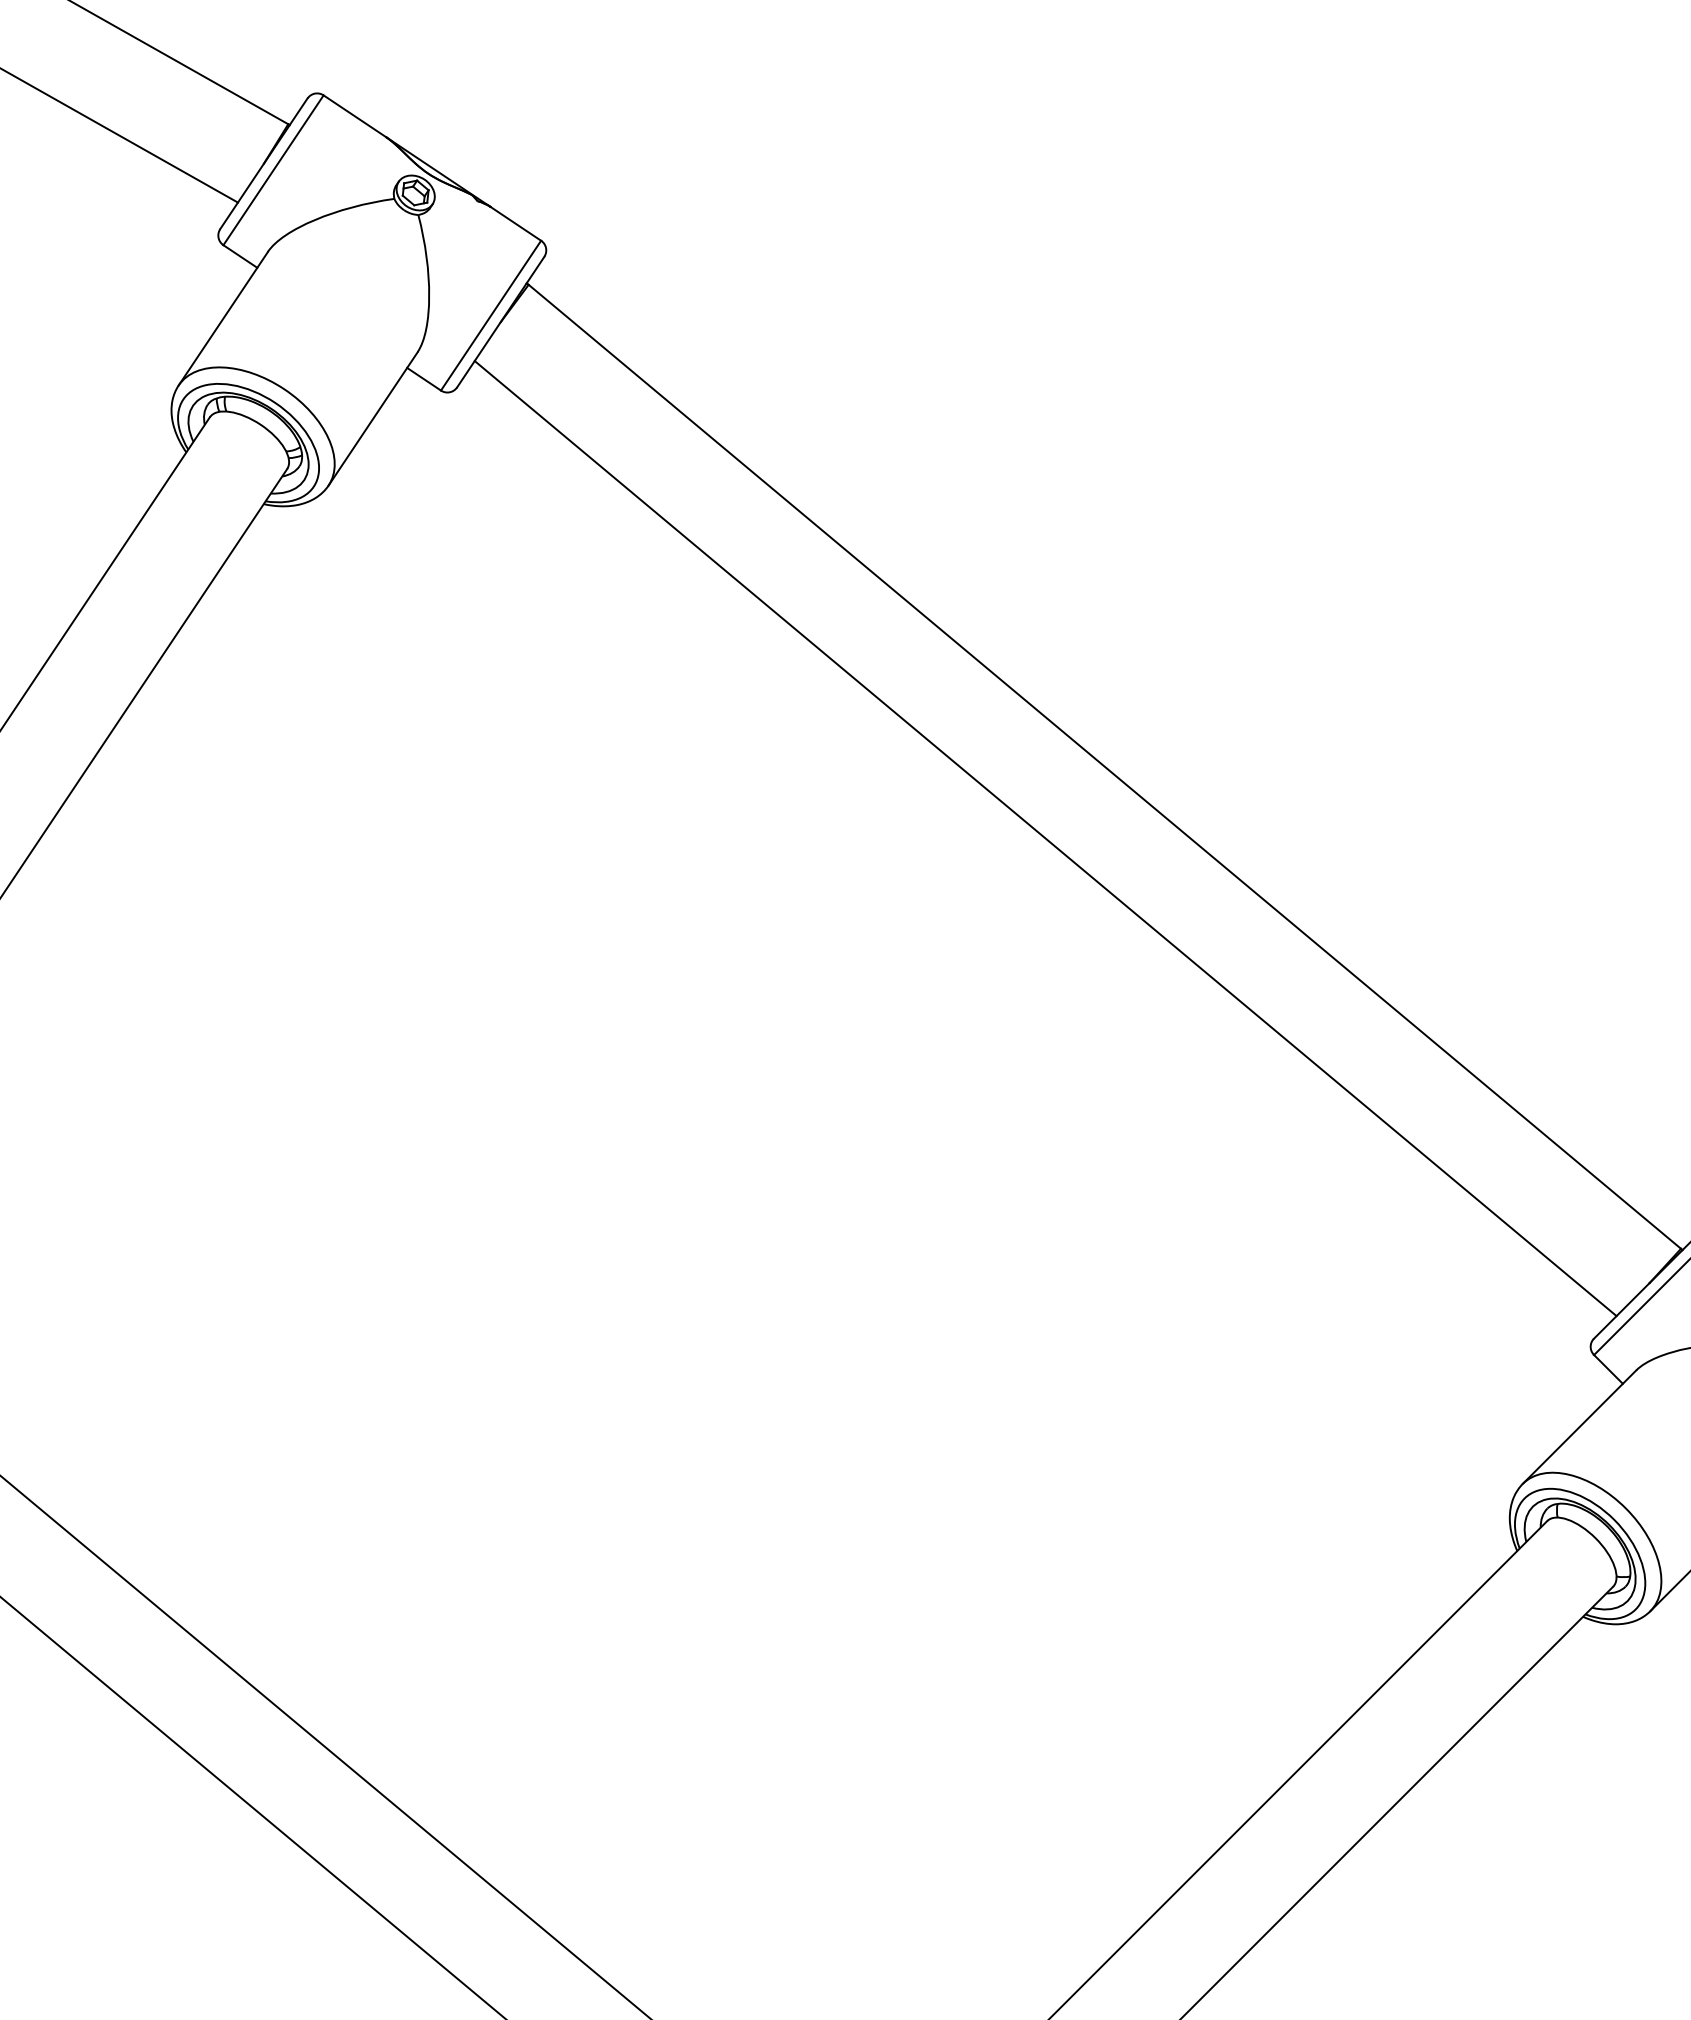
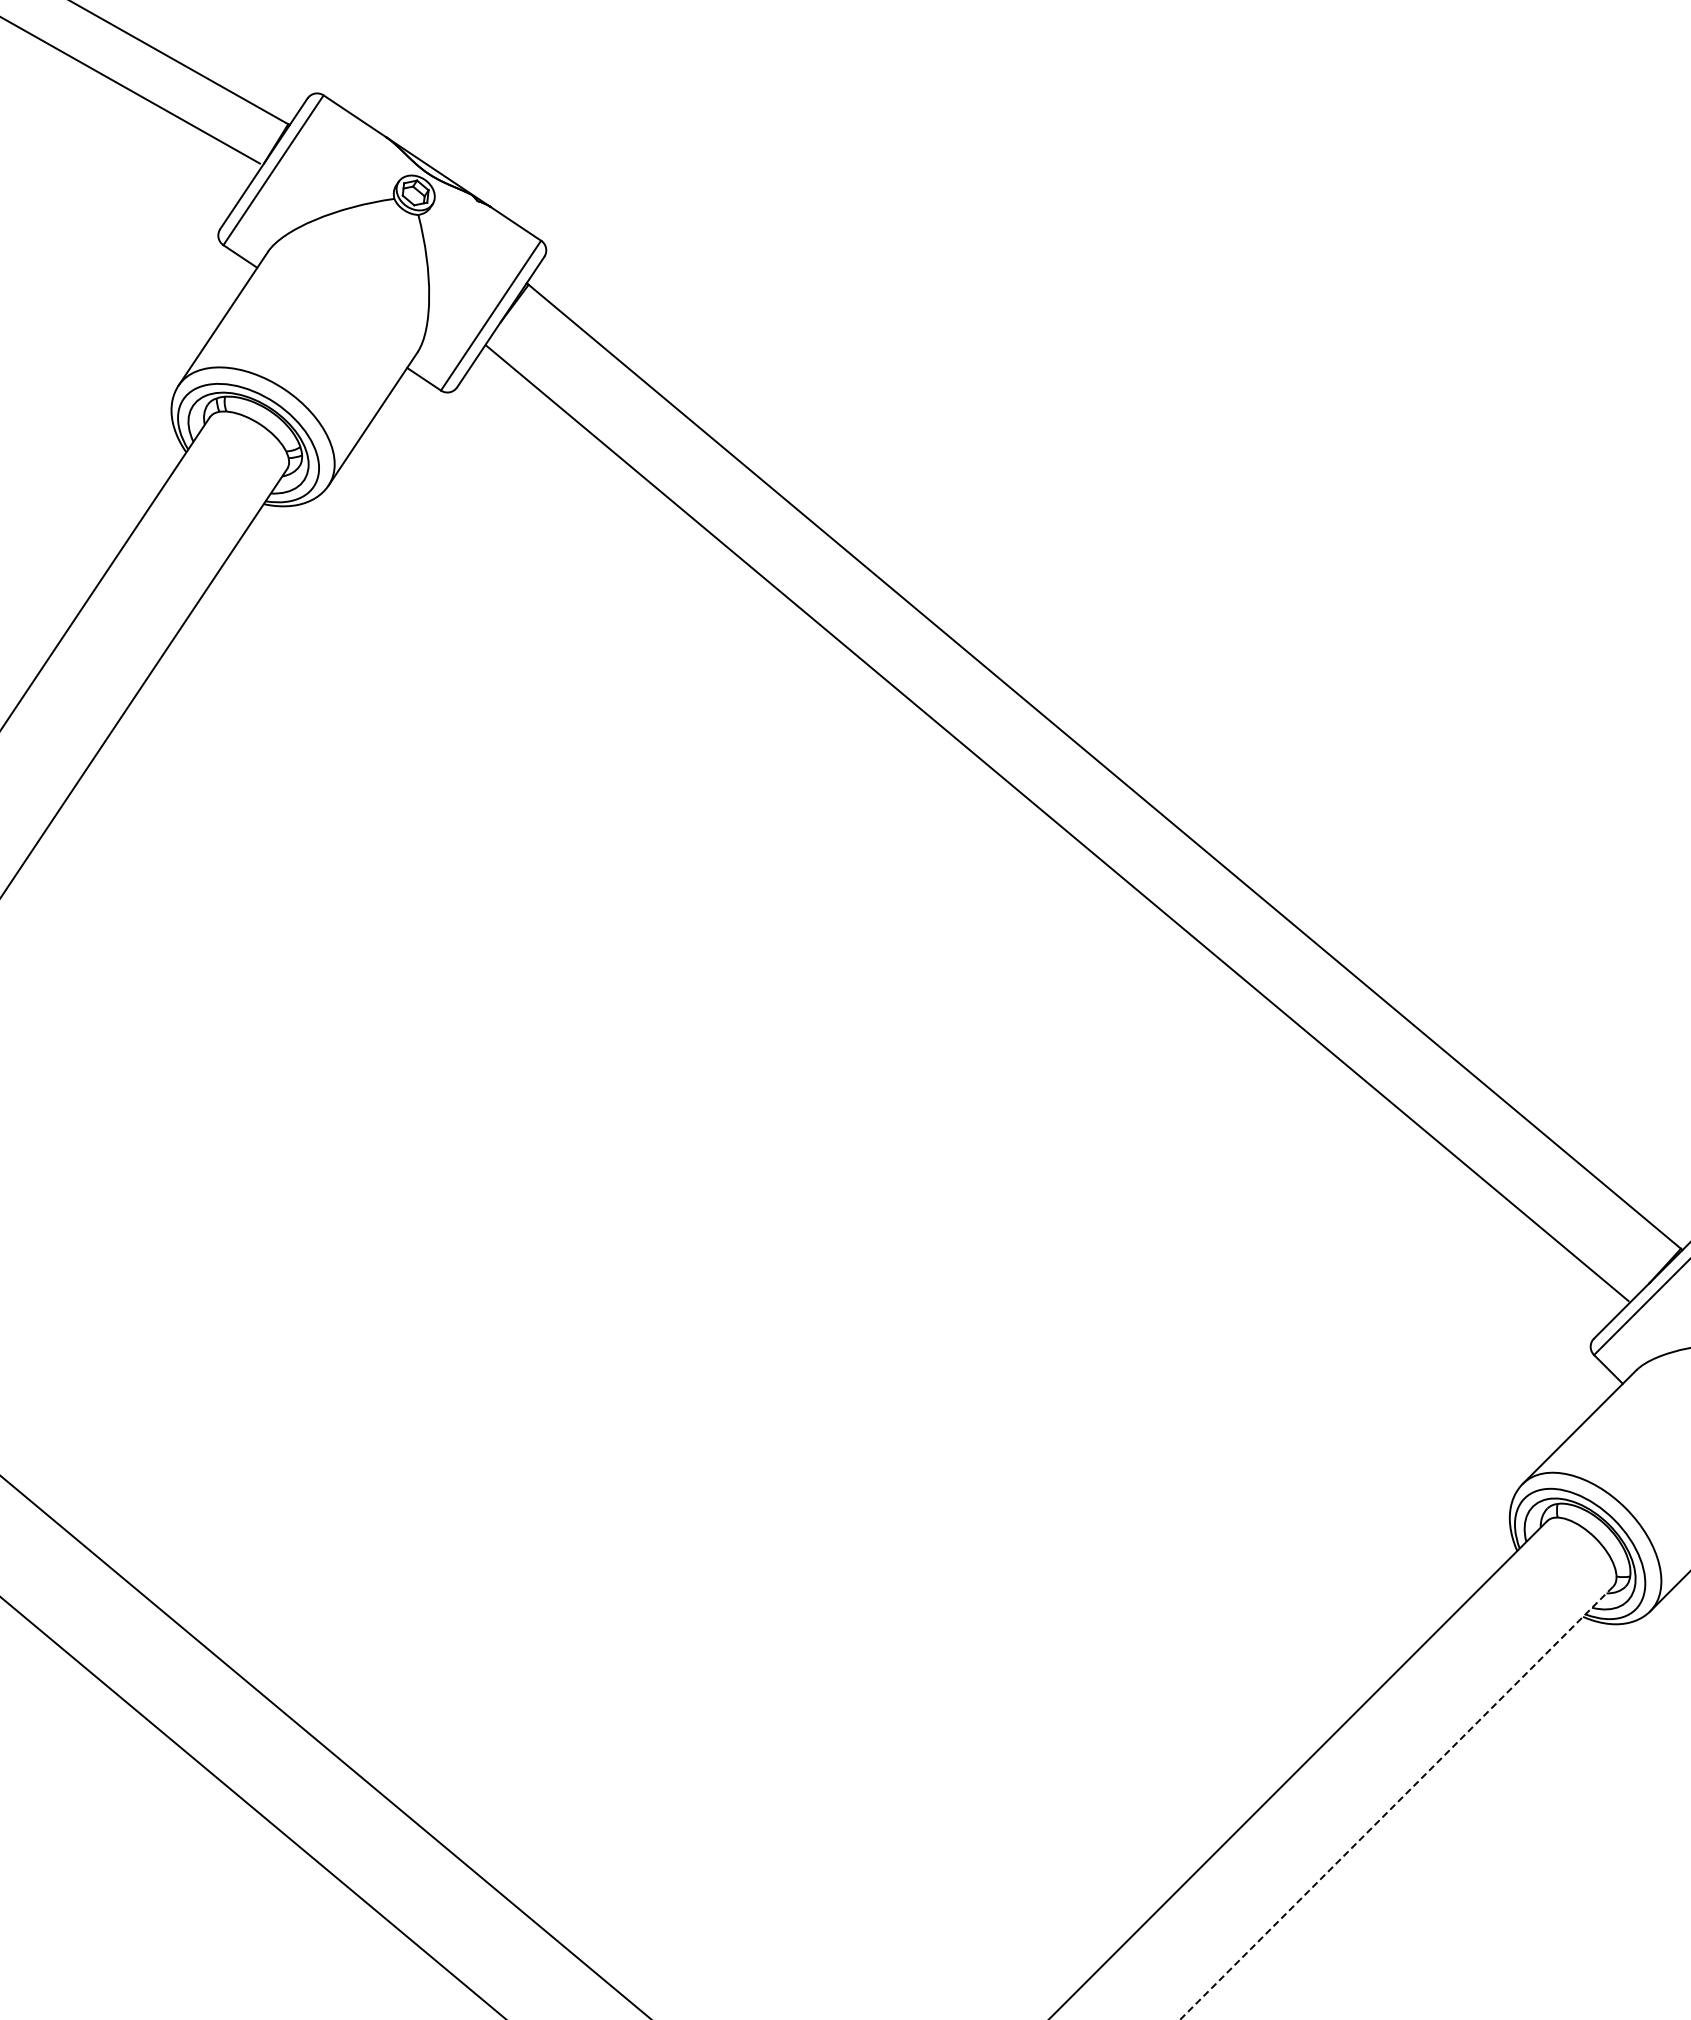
line at (119, 135) position: (119, 135) -> (130, 90)
line at (1045, 838) position: (1045, 838) -> (1057, 823)
line at (1396, 1803): solid -> dashed
